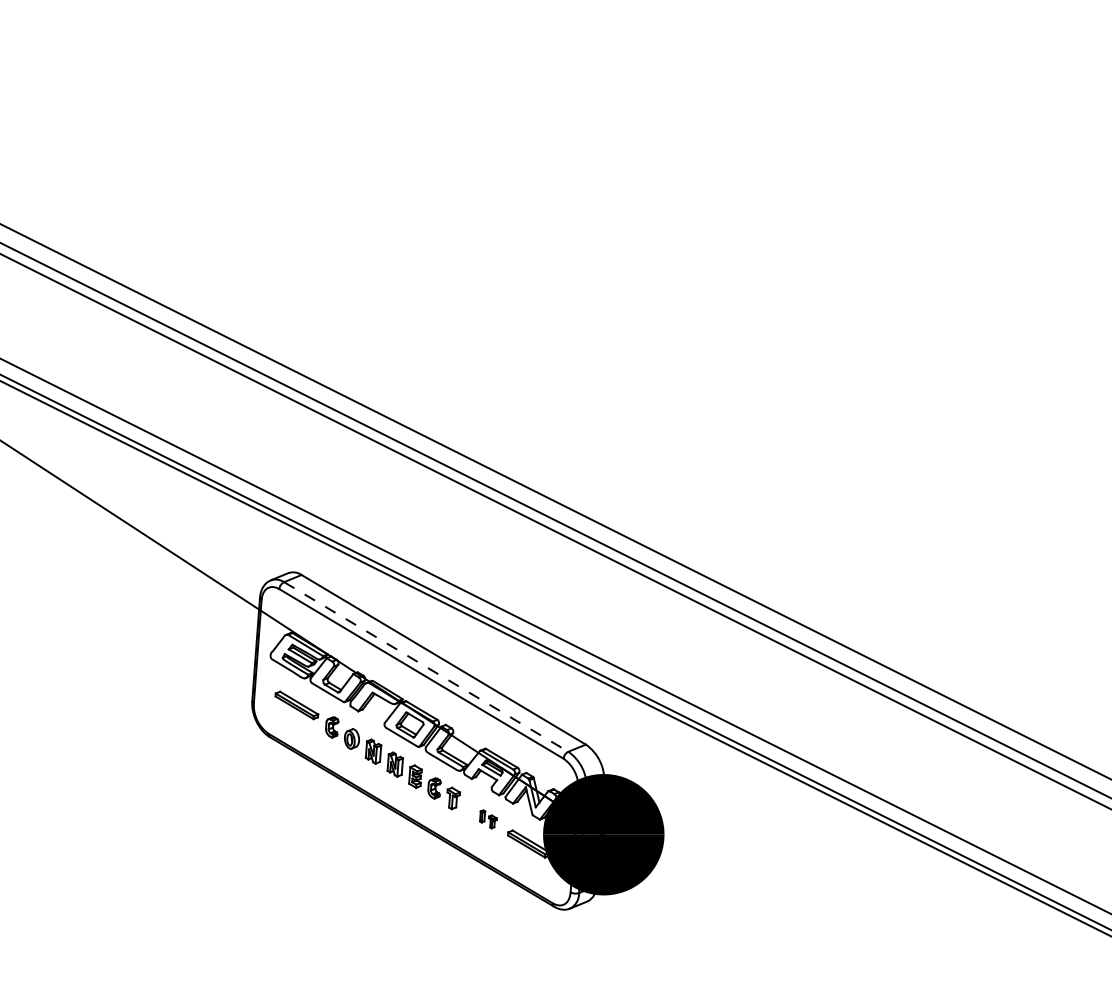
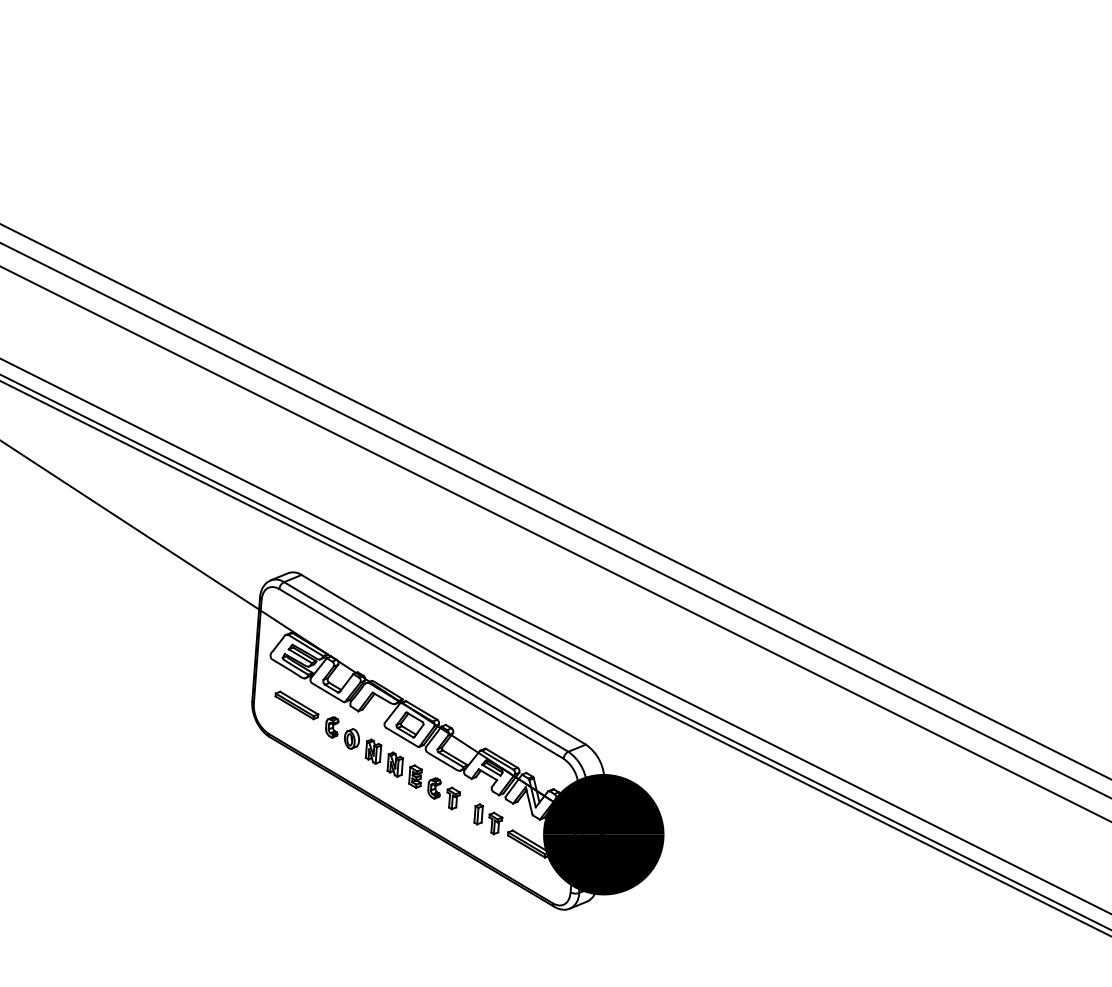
line at (555, 531) position: (555, 531) -> (555, 543)
line at (426, 666): dashed -> solid
part at (488, 819) size: 19x21 px -> 31x33 px
